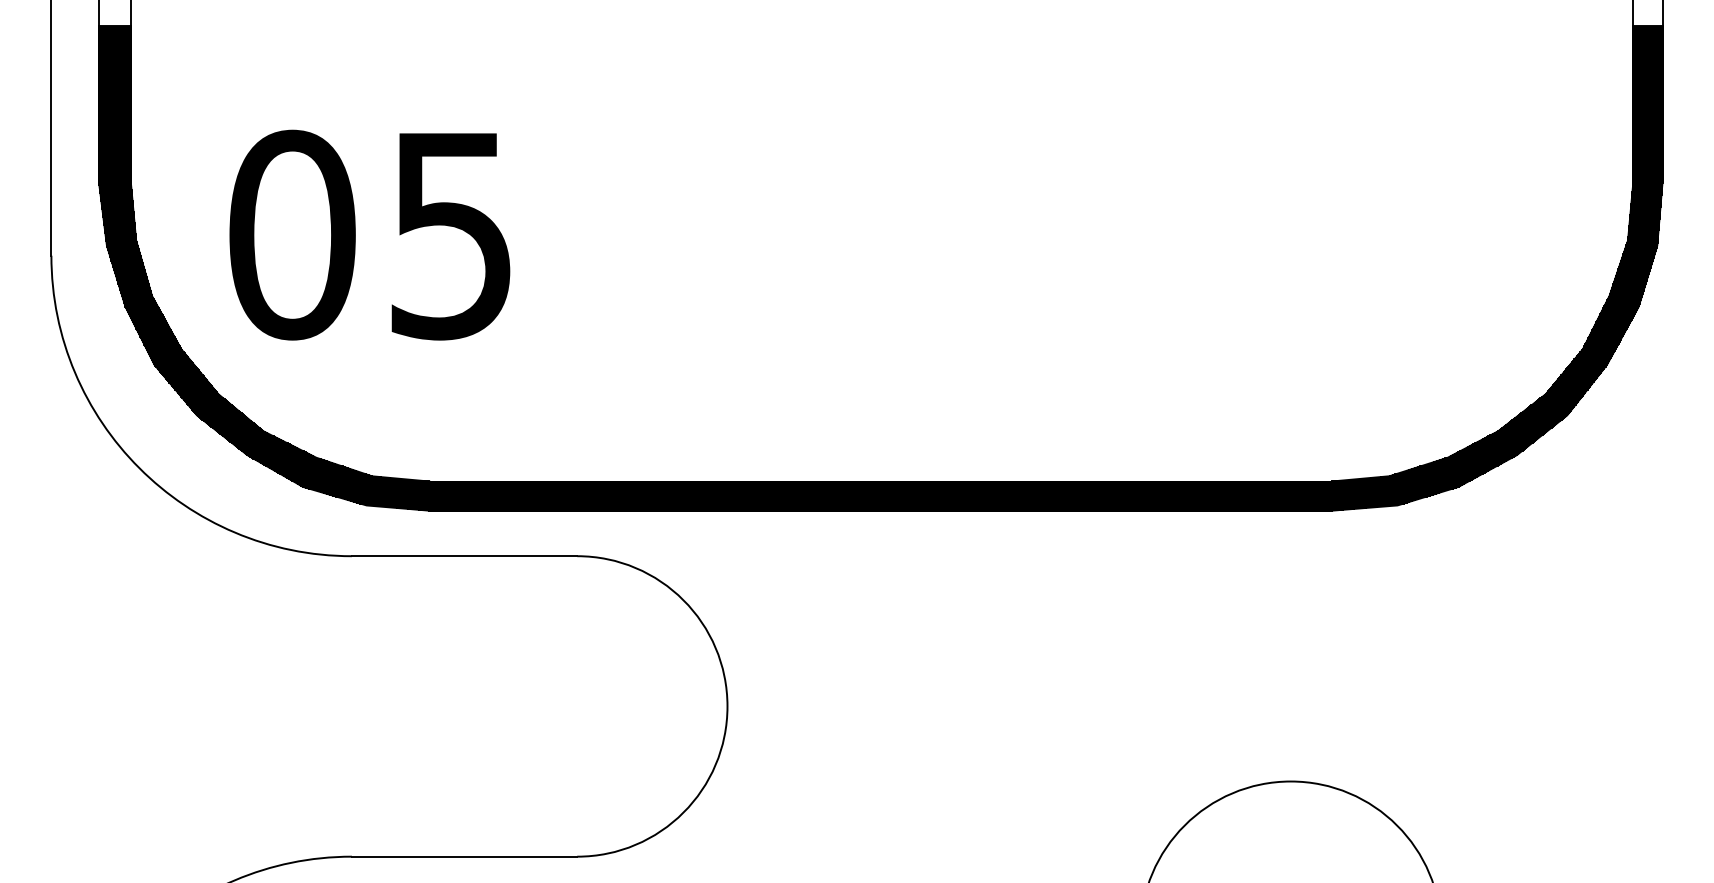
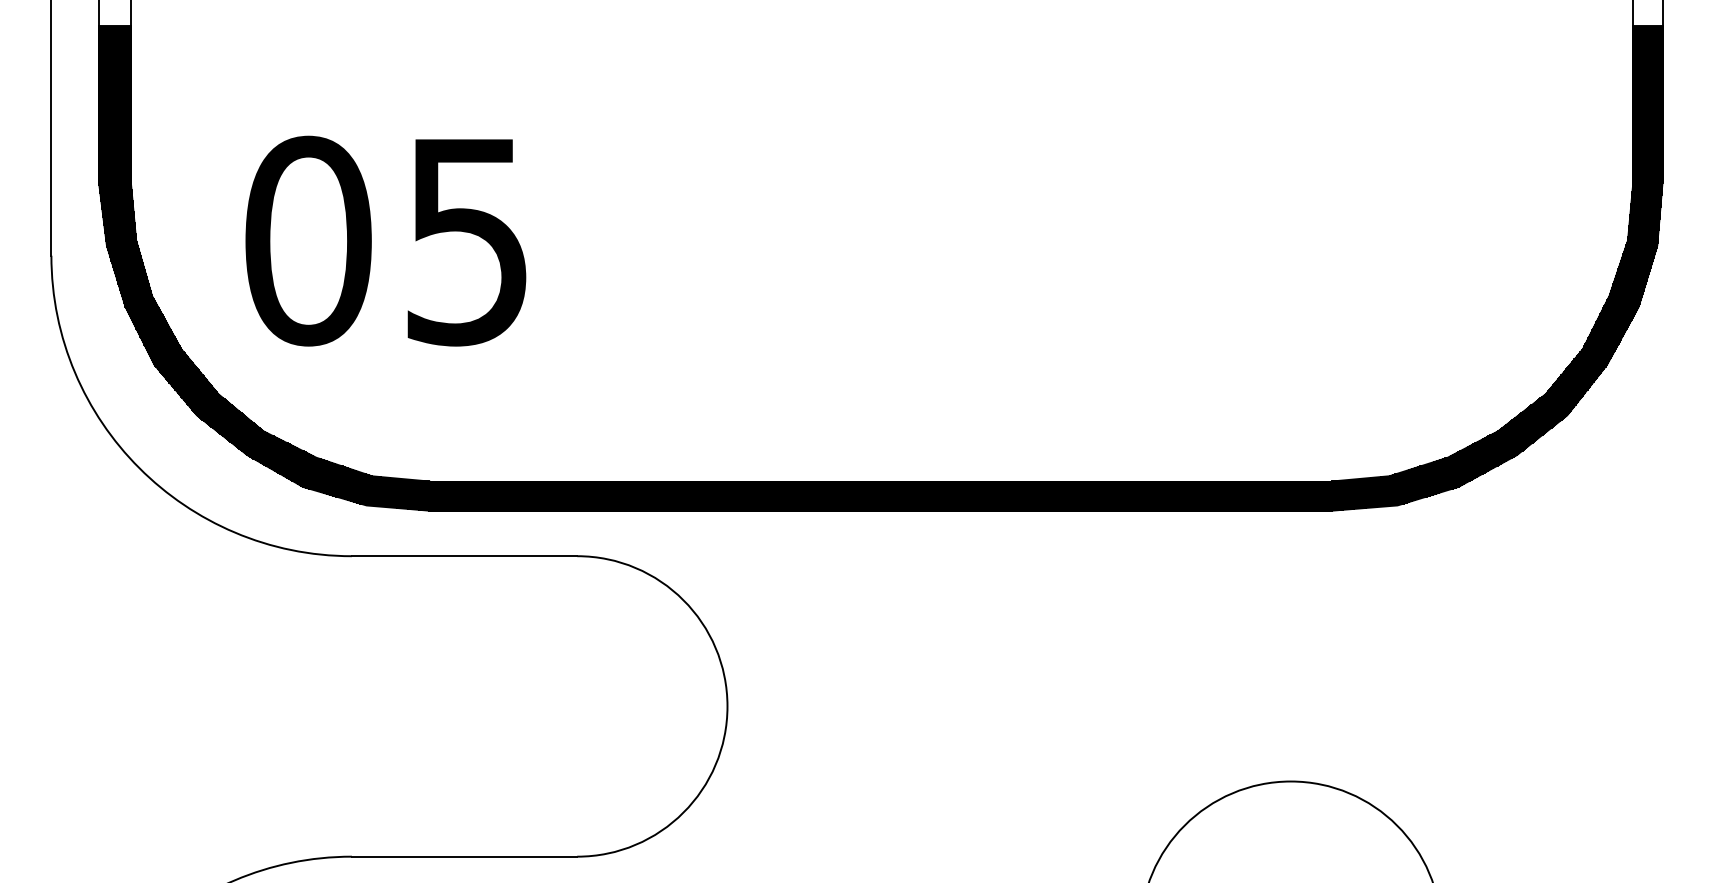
text at (369, 234) position: (369, 234) -> (385, 240)
